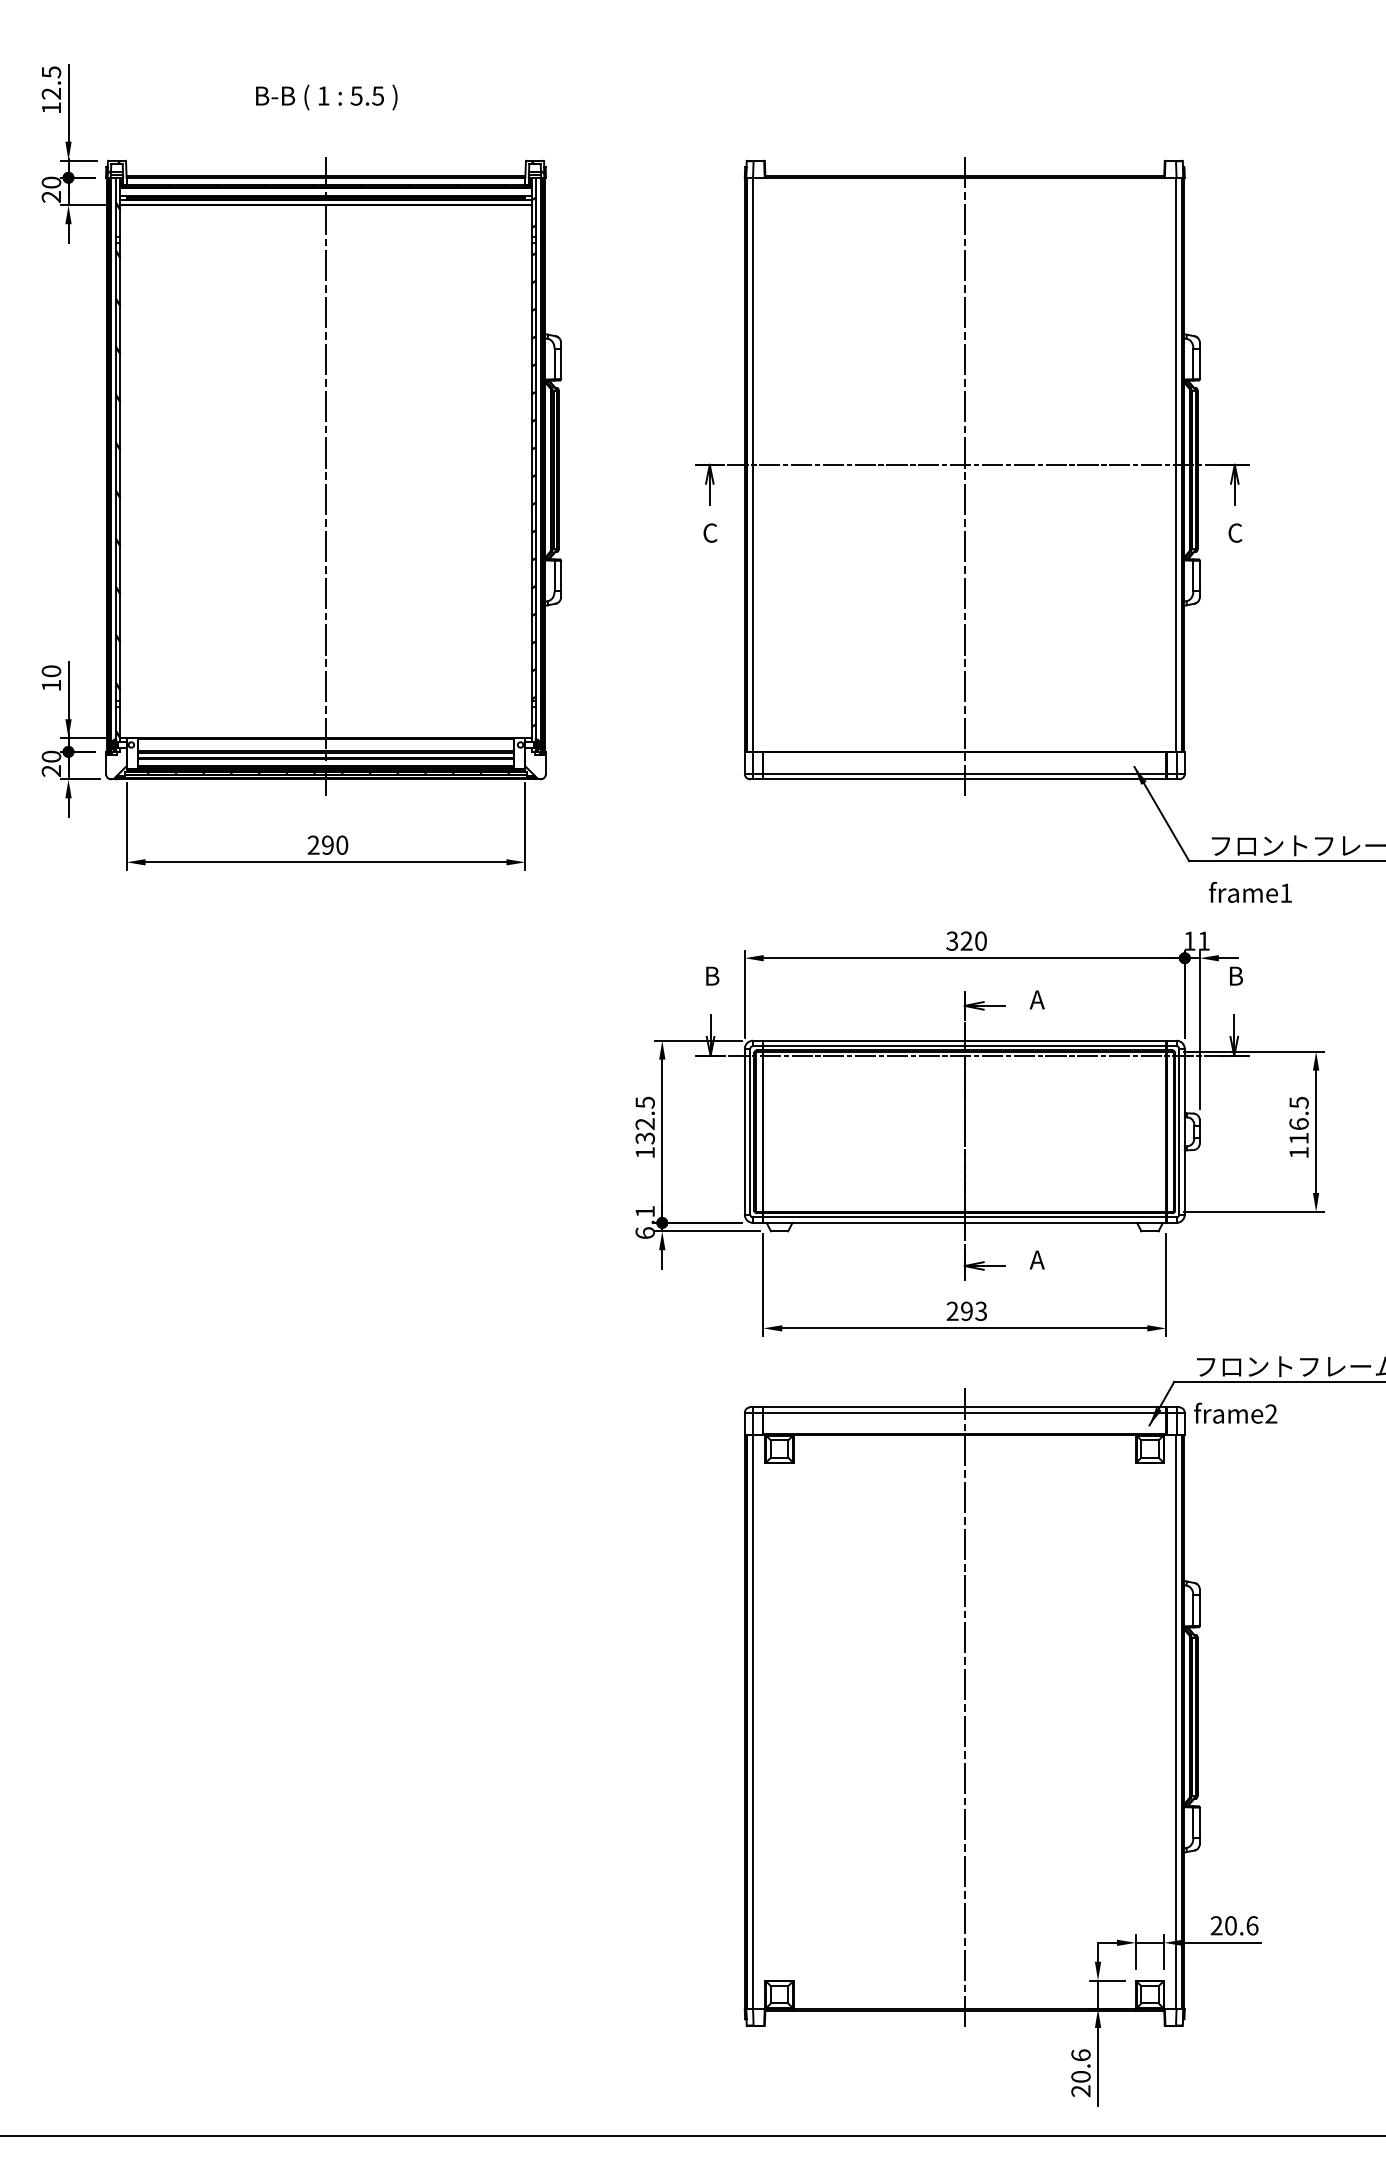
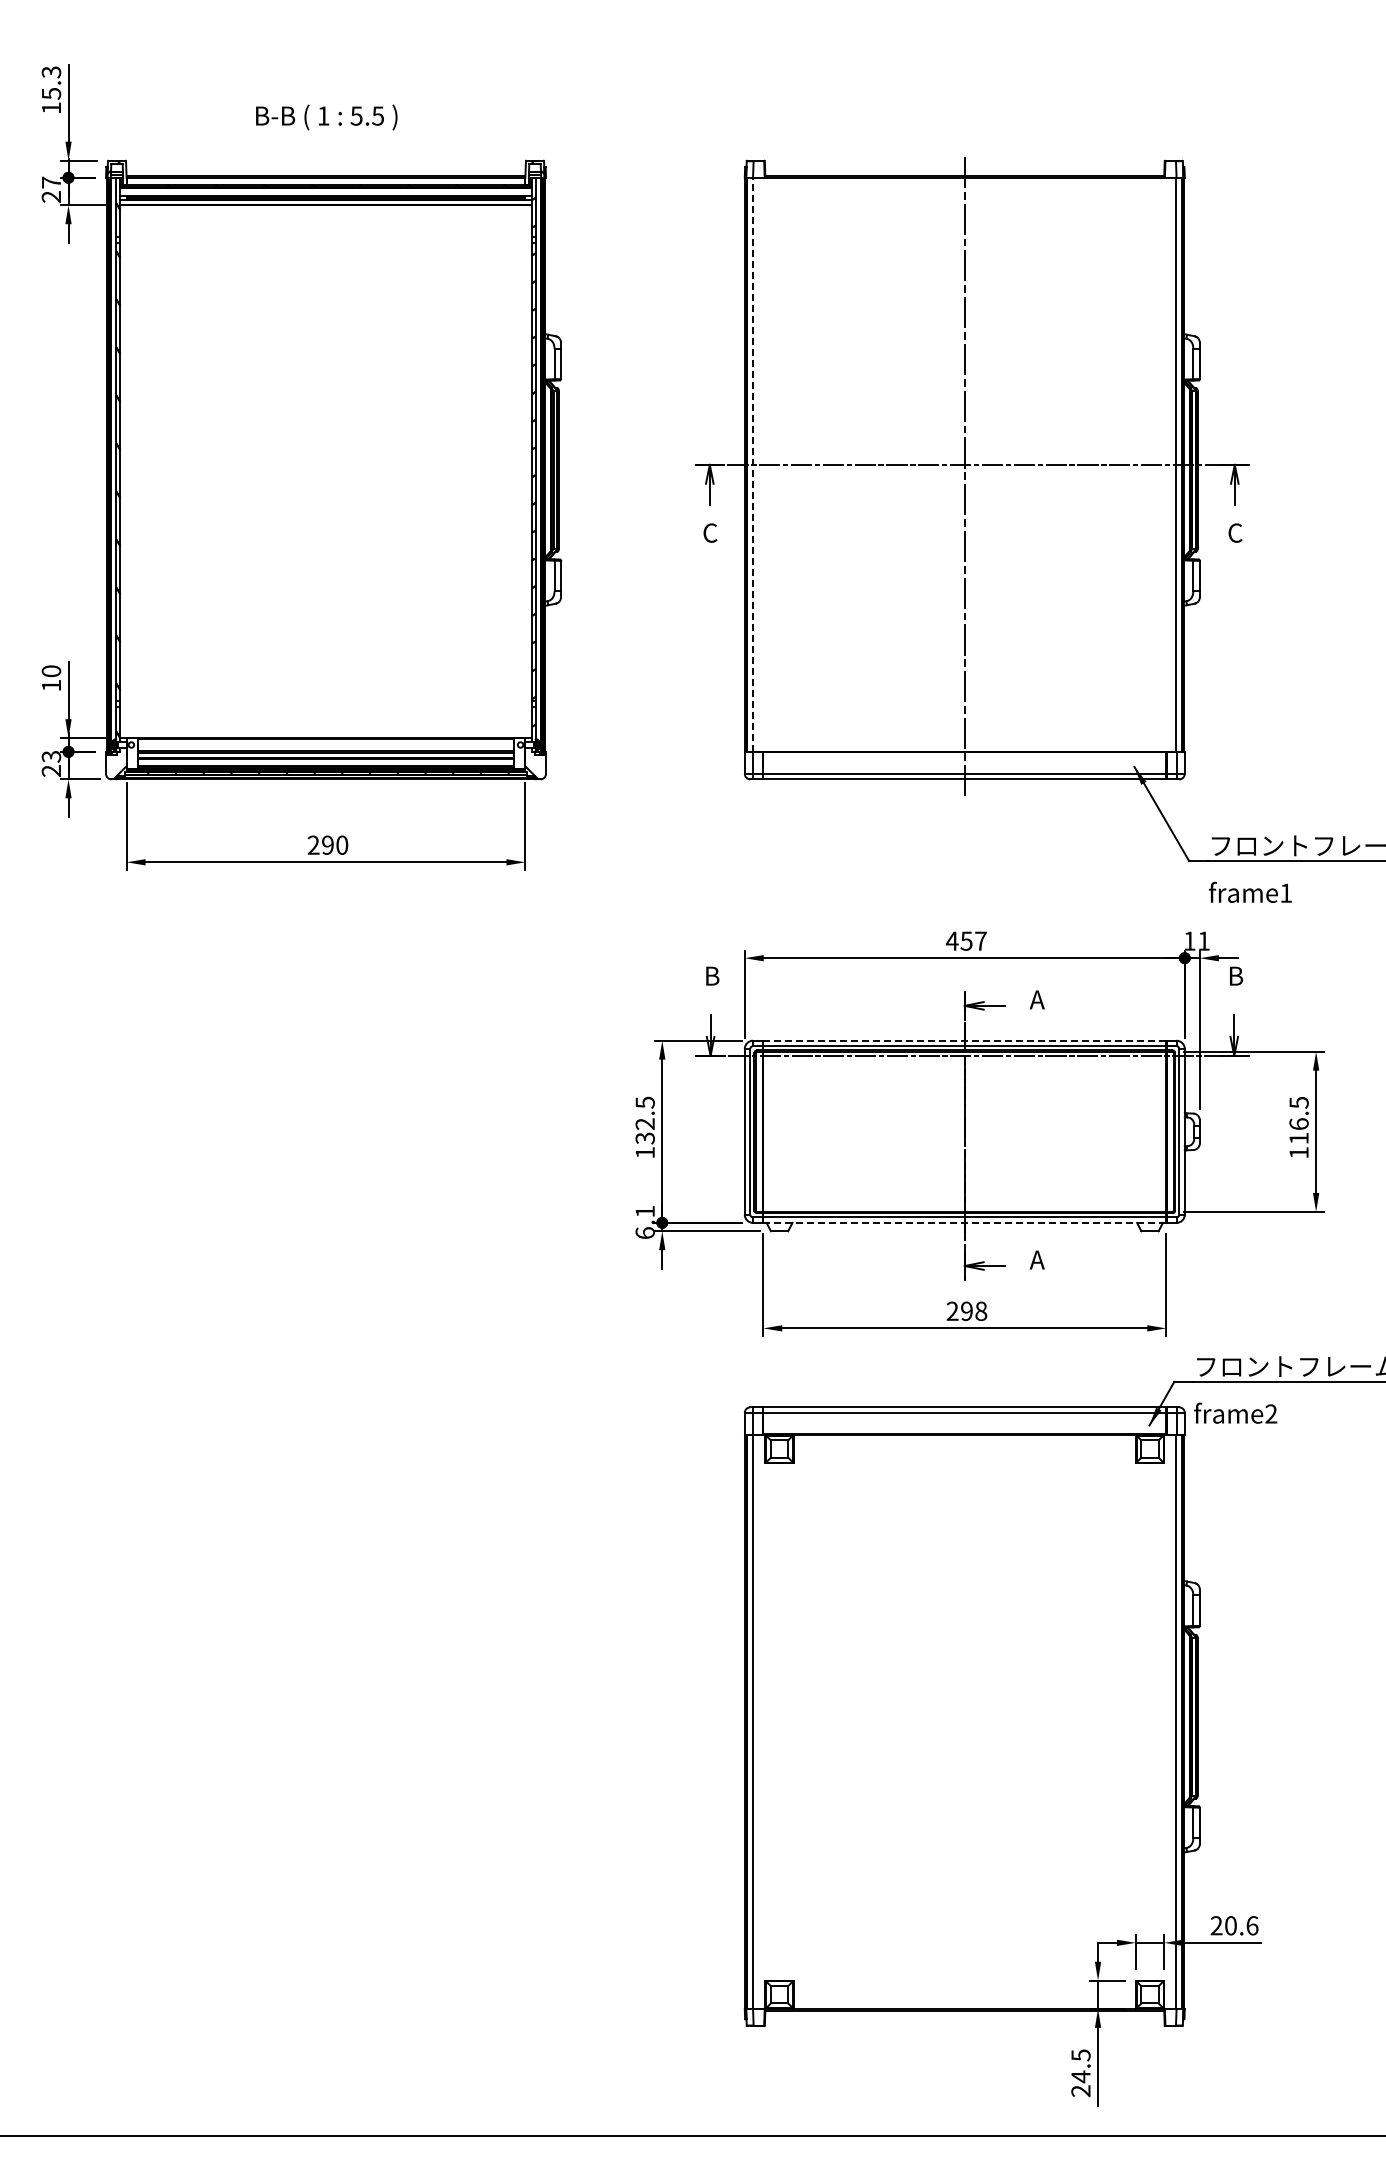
text at (51, 82): 12.5 -> 15.3
text at (326, 97) position: (326, 97) -> (326, 117)
text at (51, 182): 20 -> 27
line at (753, 464): solid -> dashed
line at (326, 477): present -> none
text at (51, 756): 20 -> 23
text at (965, 940): 320 -> 457
line at (965, 1040): solid -> dashed
line at (964, 1222): solid -> dashed
text at (981, 1310): 293 -> 298
line at (964, 1708): present -> none
text at (1080, 2066): 20.6 -> 24.5
